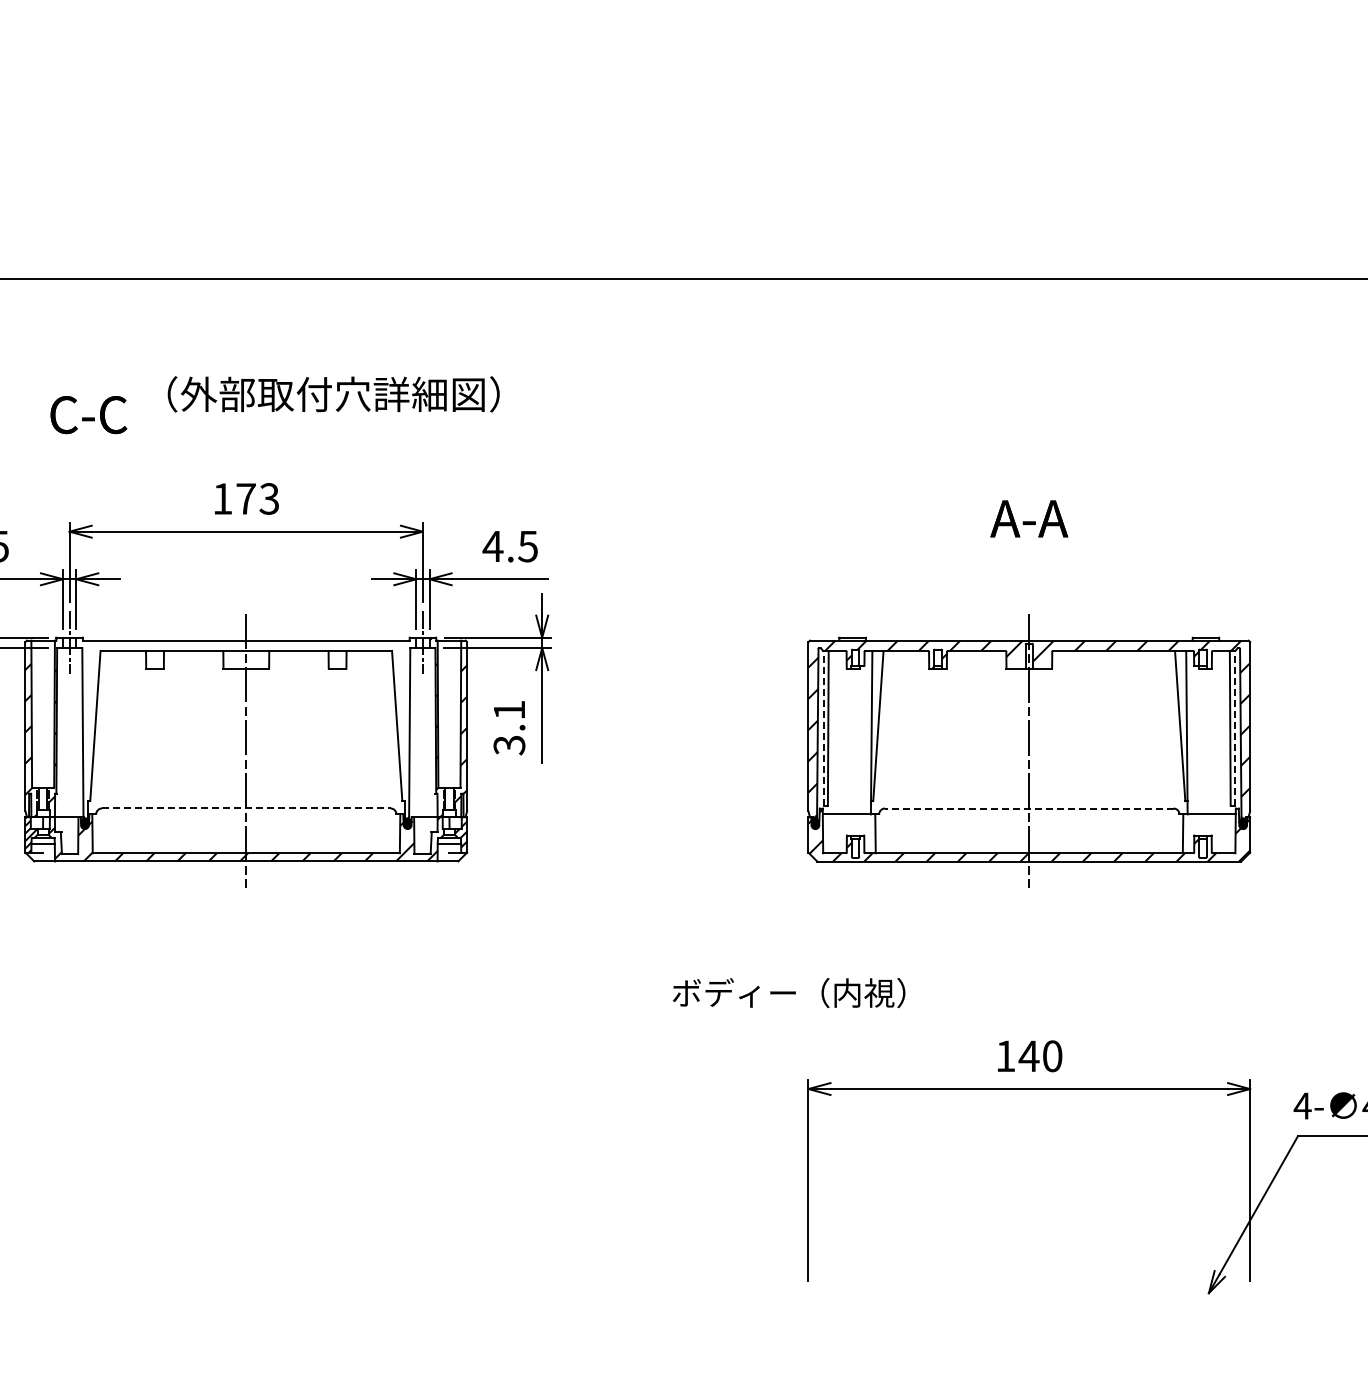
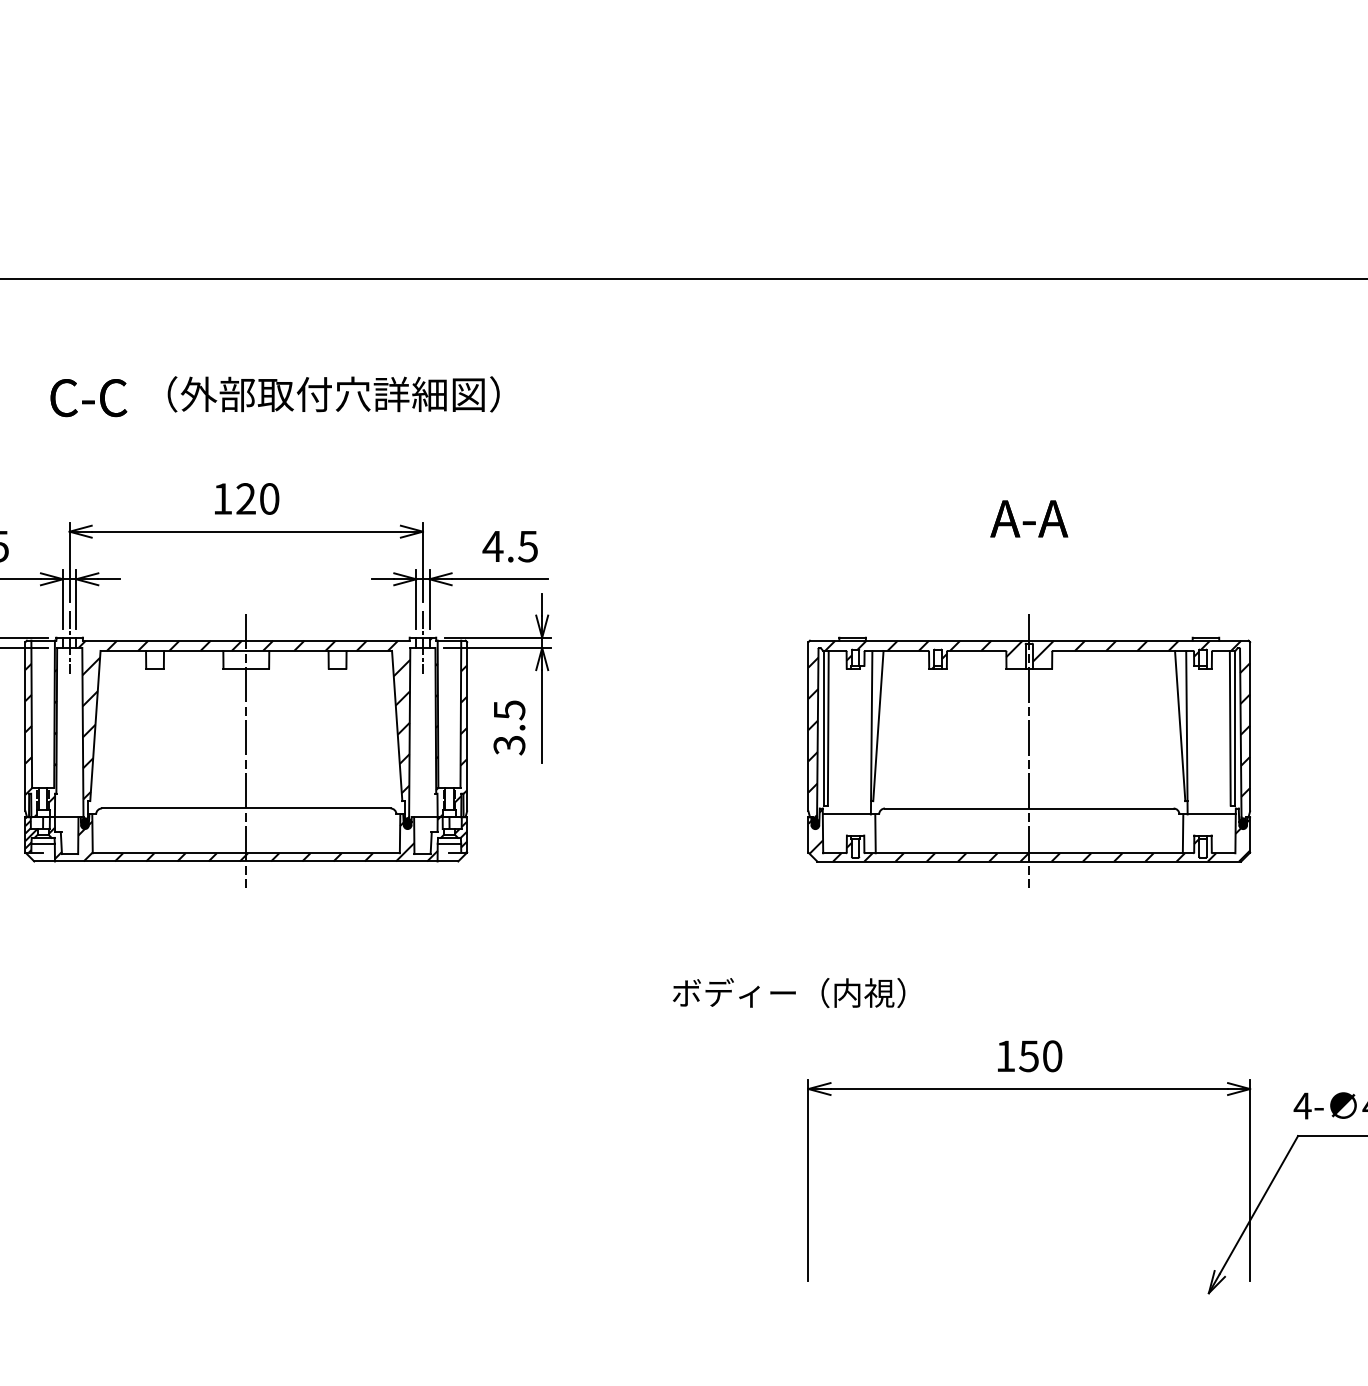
text at (88, 415) position: (88, 415) -> (88, 398)
text at (257, 498): 173 -> 120
text at (509, 710): 3.1 -> 3.5
line at (823, 727): dashed -> solid
line at (1235, 727): dashed -> solid
hatch at (244, 730): none -> present
line at (246, 808): dashed -> solid
line at (1028, 808): dashed -> solid
text at (1028, 1056): 140 -> 150
